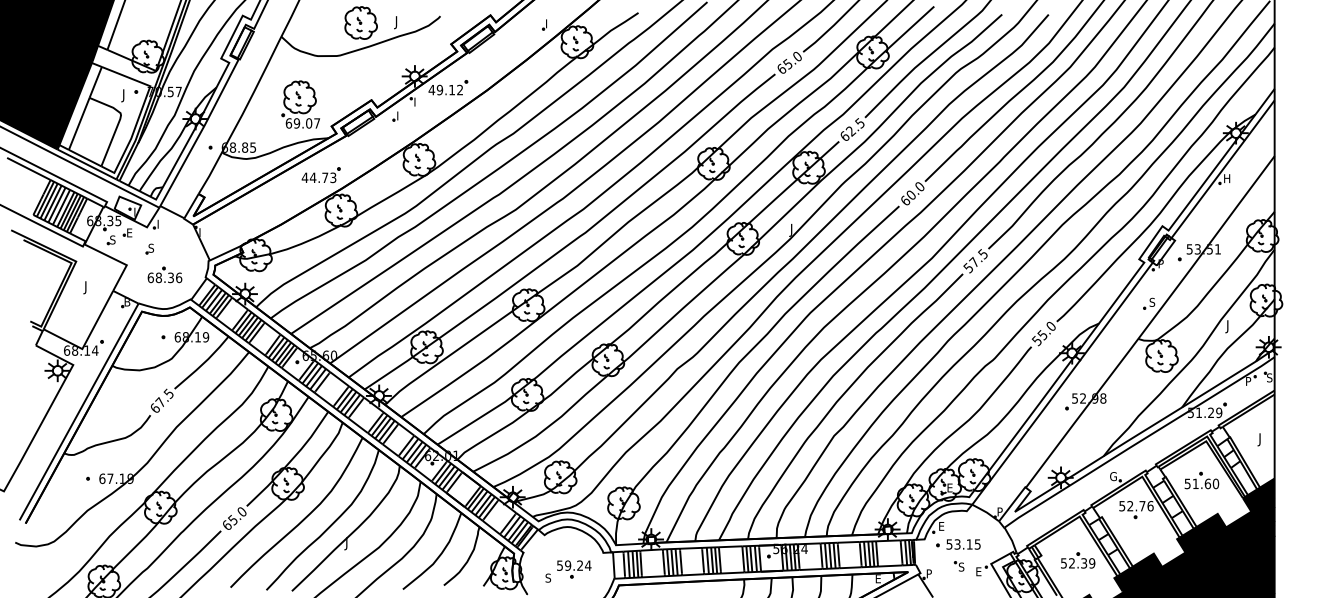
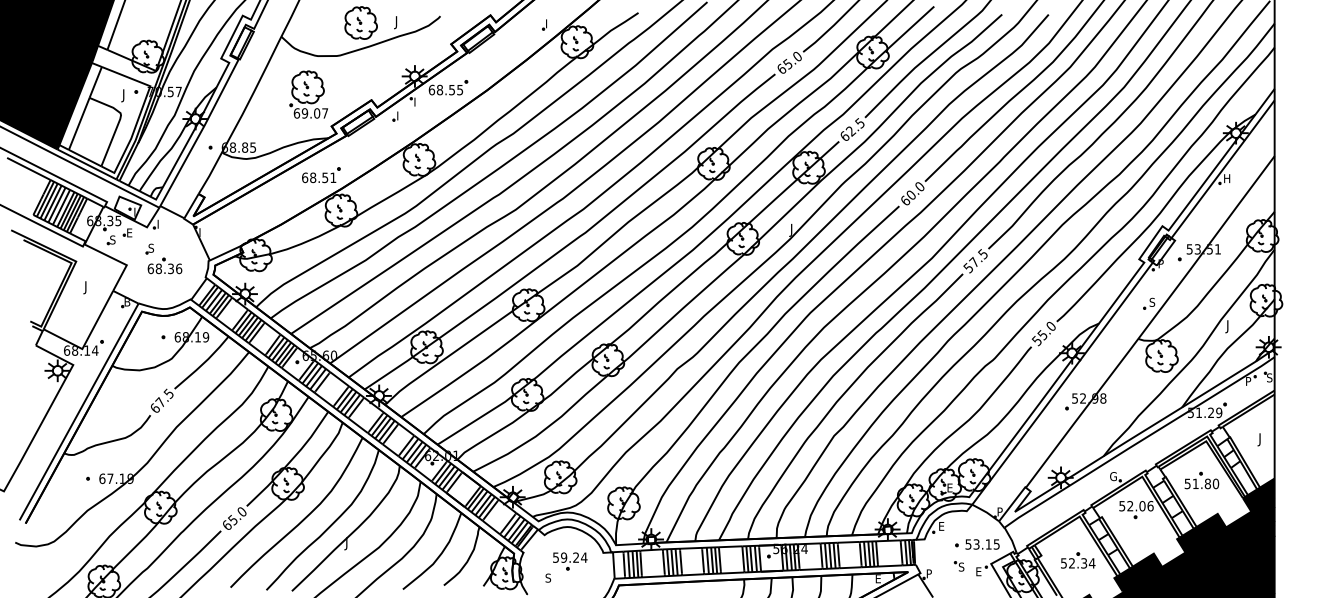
text at (445, 89): 49.12 -> 68.55
part at (300, 104) position: (300, 104) -> (308, 94)
text at (318, 177): 44.73 -> 68.51
part at (164, 274) position: (164, 274) -> (164, 265)
text at (1207, 483): 51.60 -> 51.80
text at (1142, 506): 52.76 -> 52.06
part at (958, 544) position: (958, 544) -> (977, 544)
text at (1091, 563): 52.39 -> 52.34
part at (574, 569) position: (574, 569) -> (570, 561)
